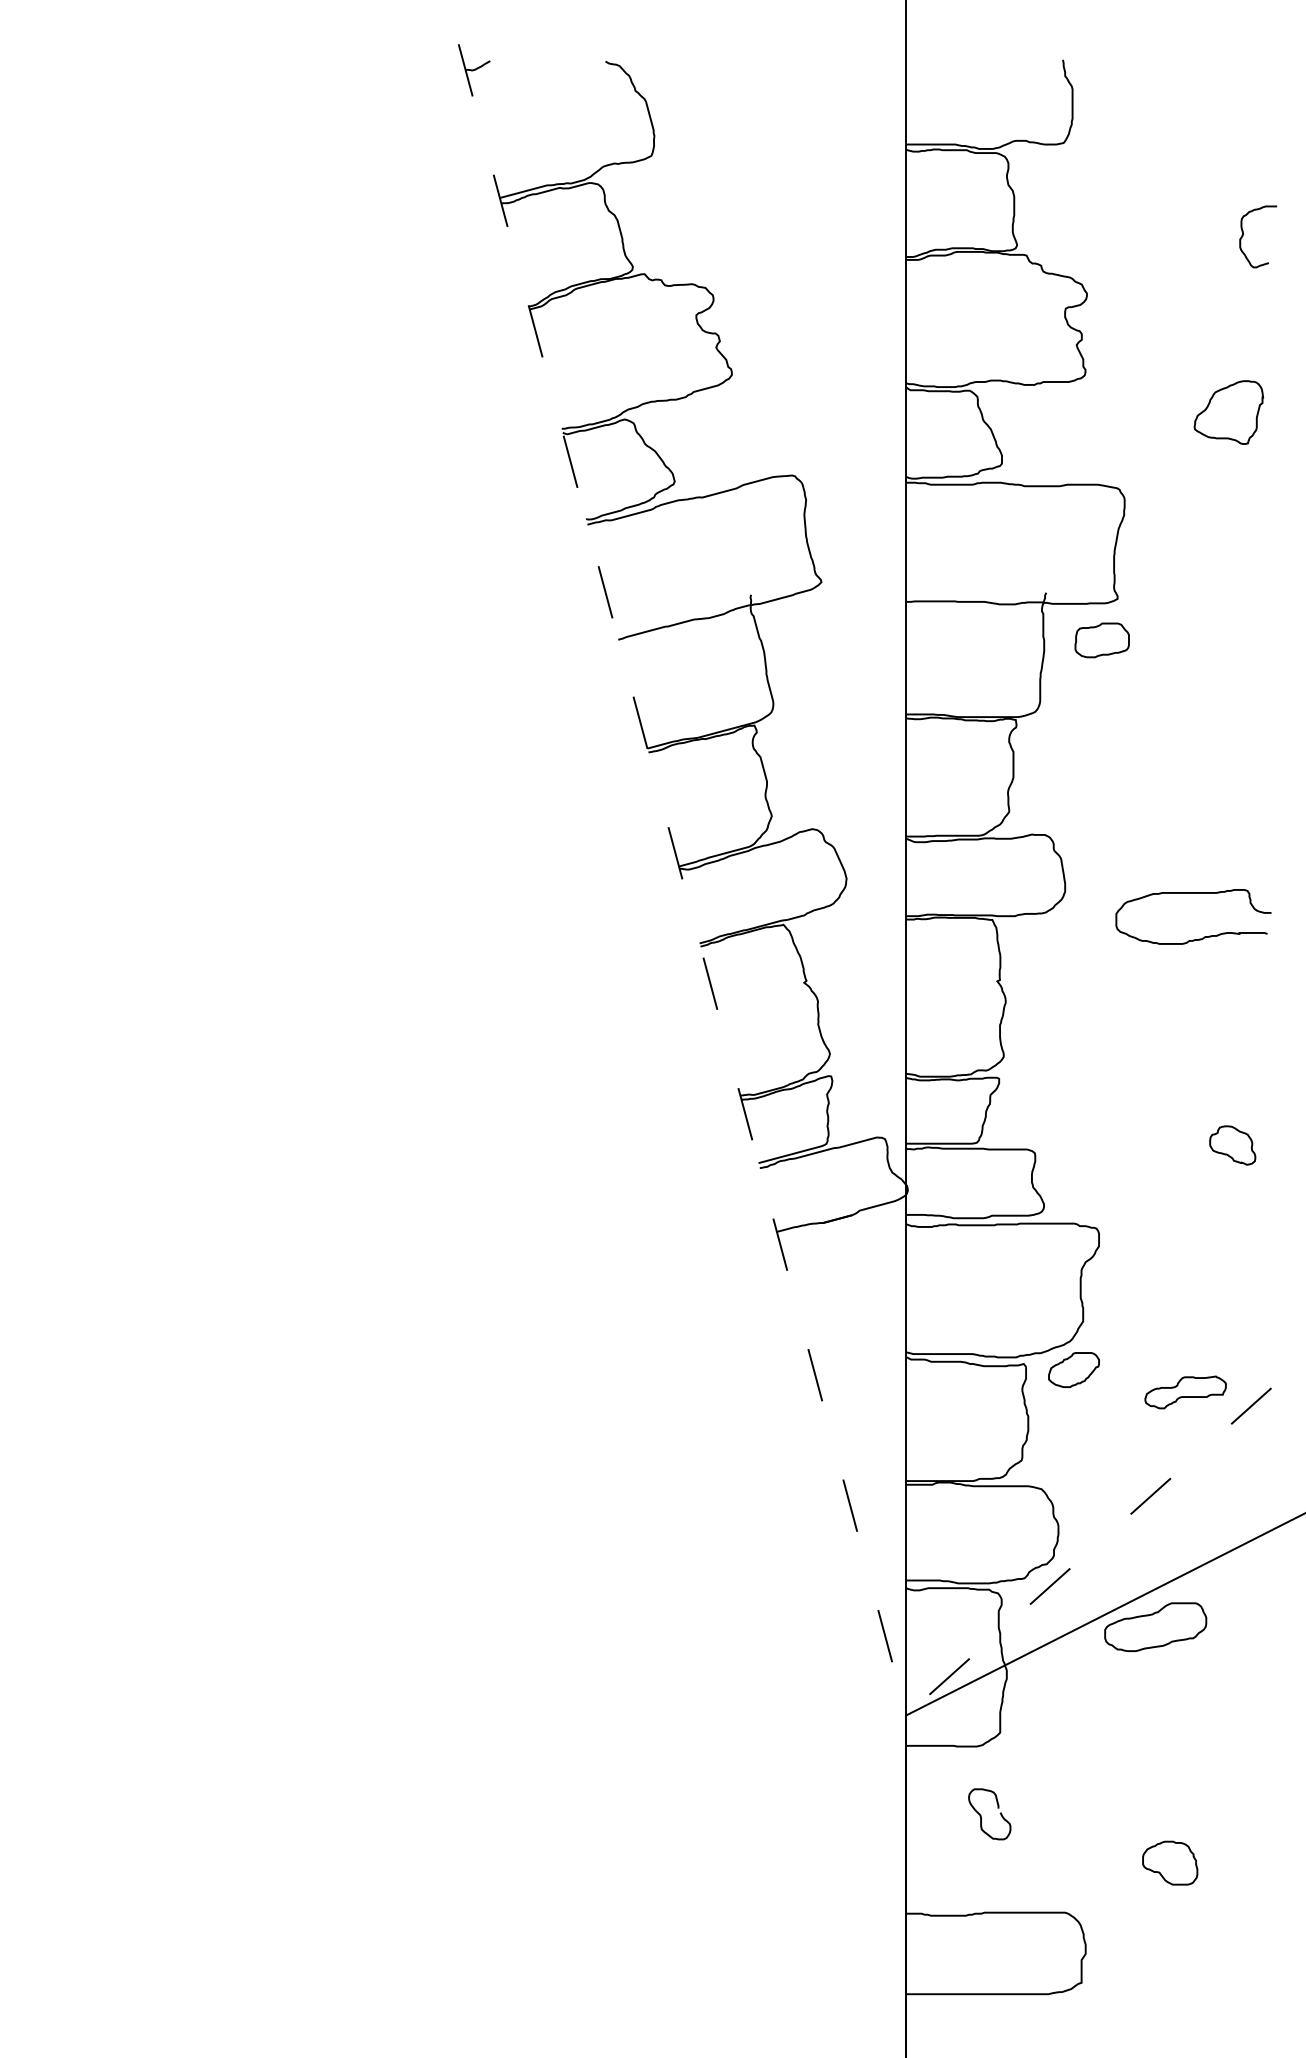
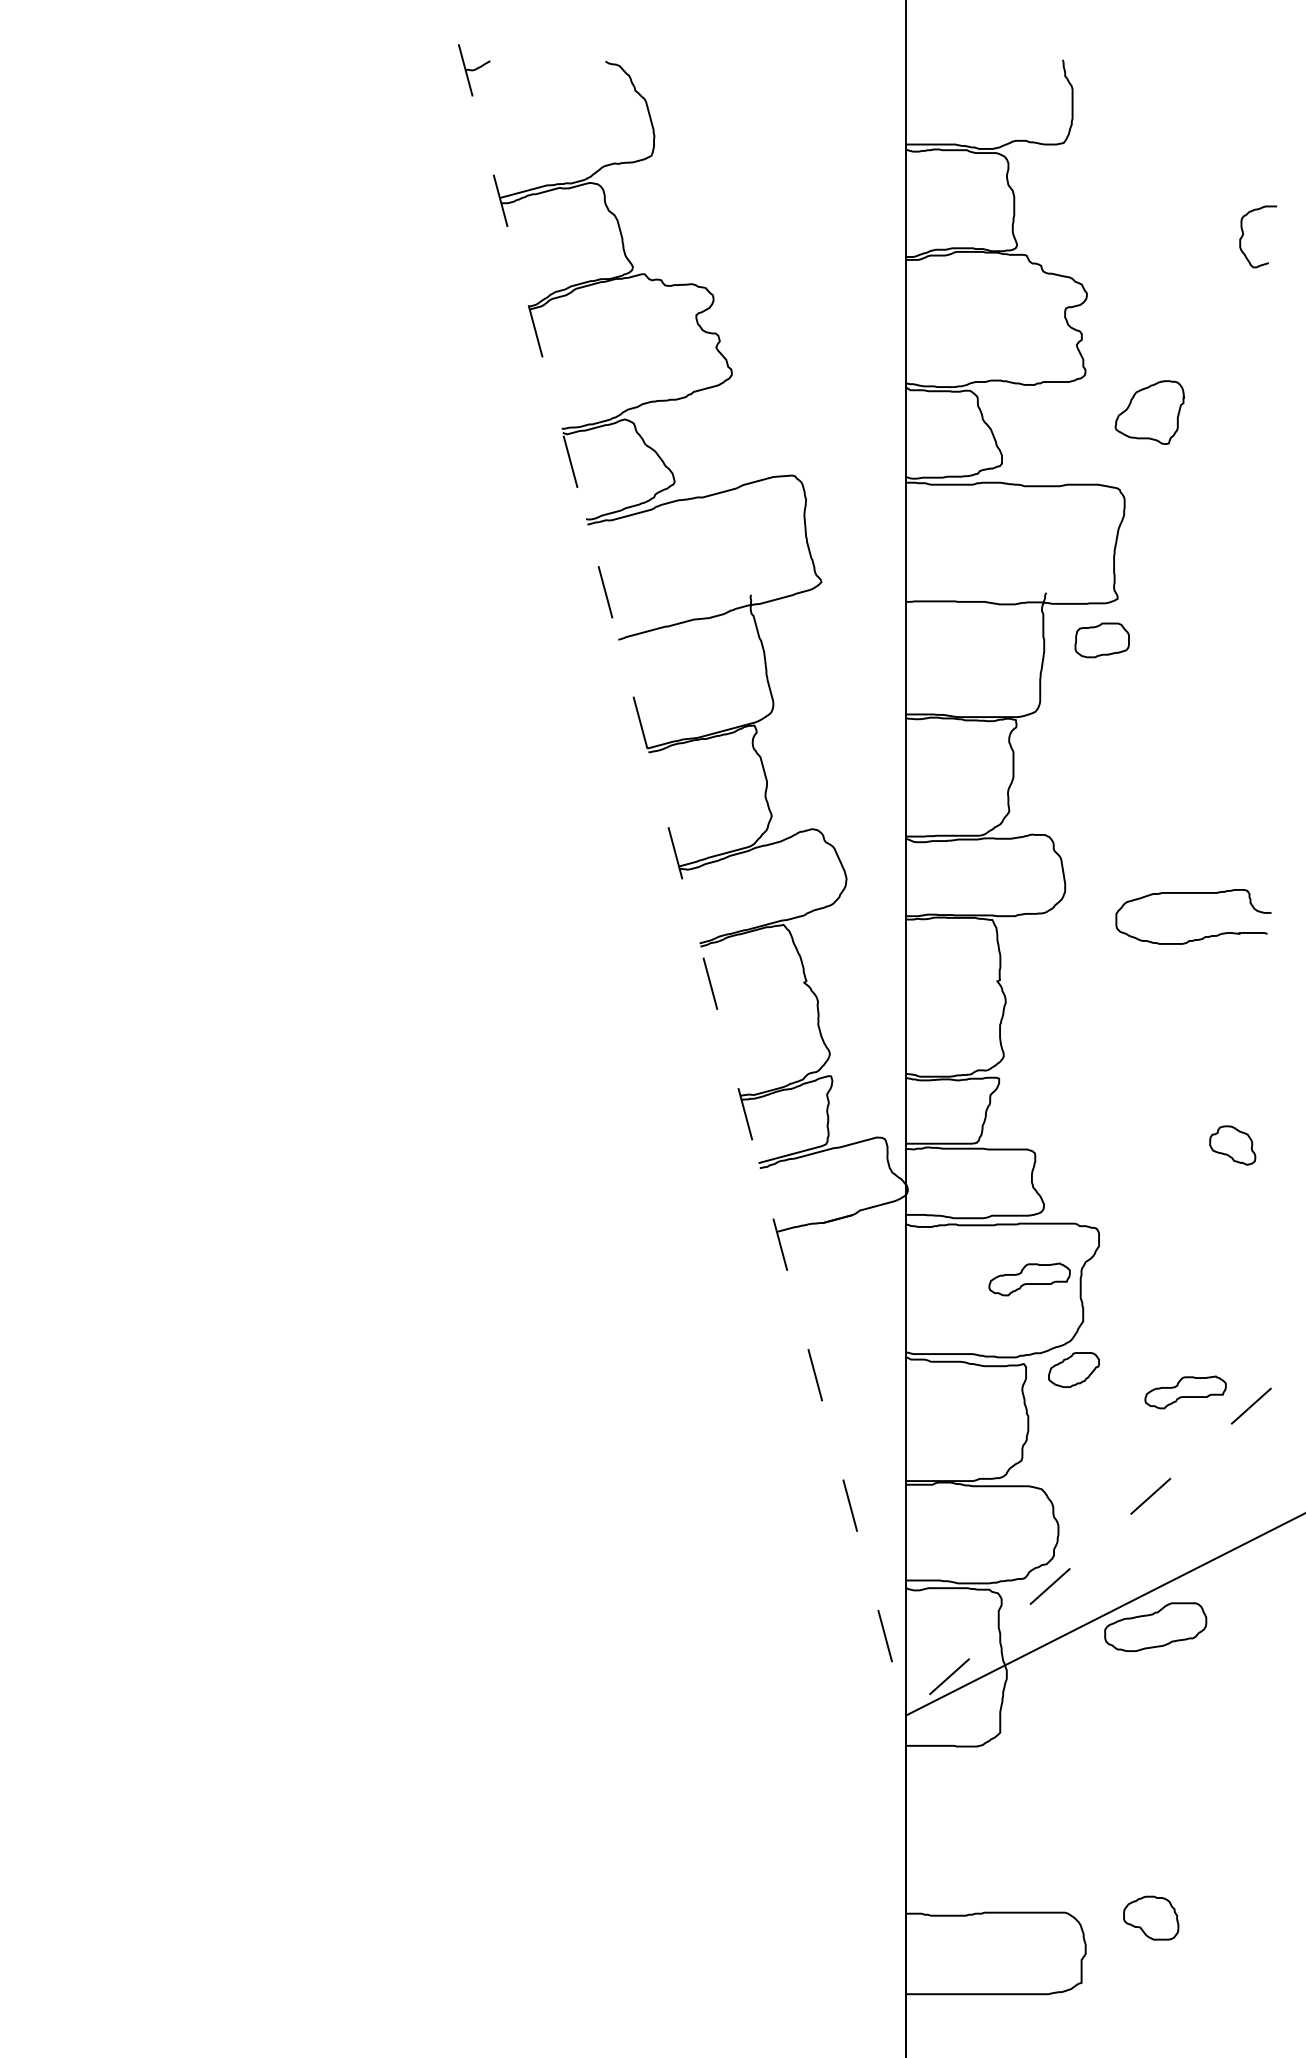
part at (1228, 412) position: (1228, 412) -> (1149, 412)
part at (1029, 1279): none -> present
curve at (981, 1815): present -> none
part at (1170, 1862) position: (1170, 1862) -> (1151, 1917)
